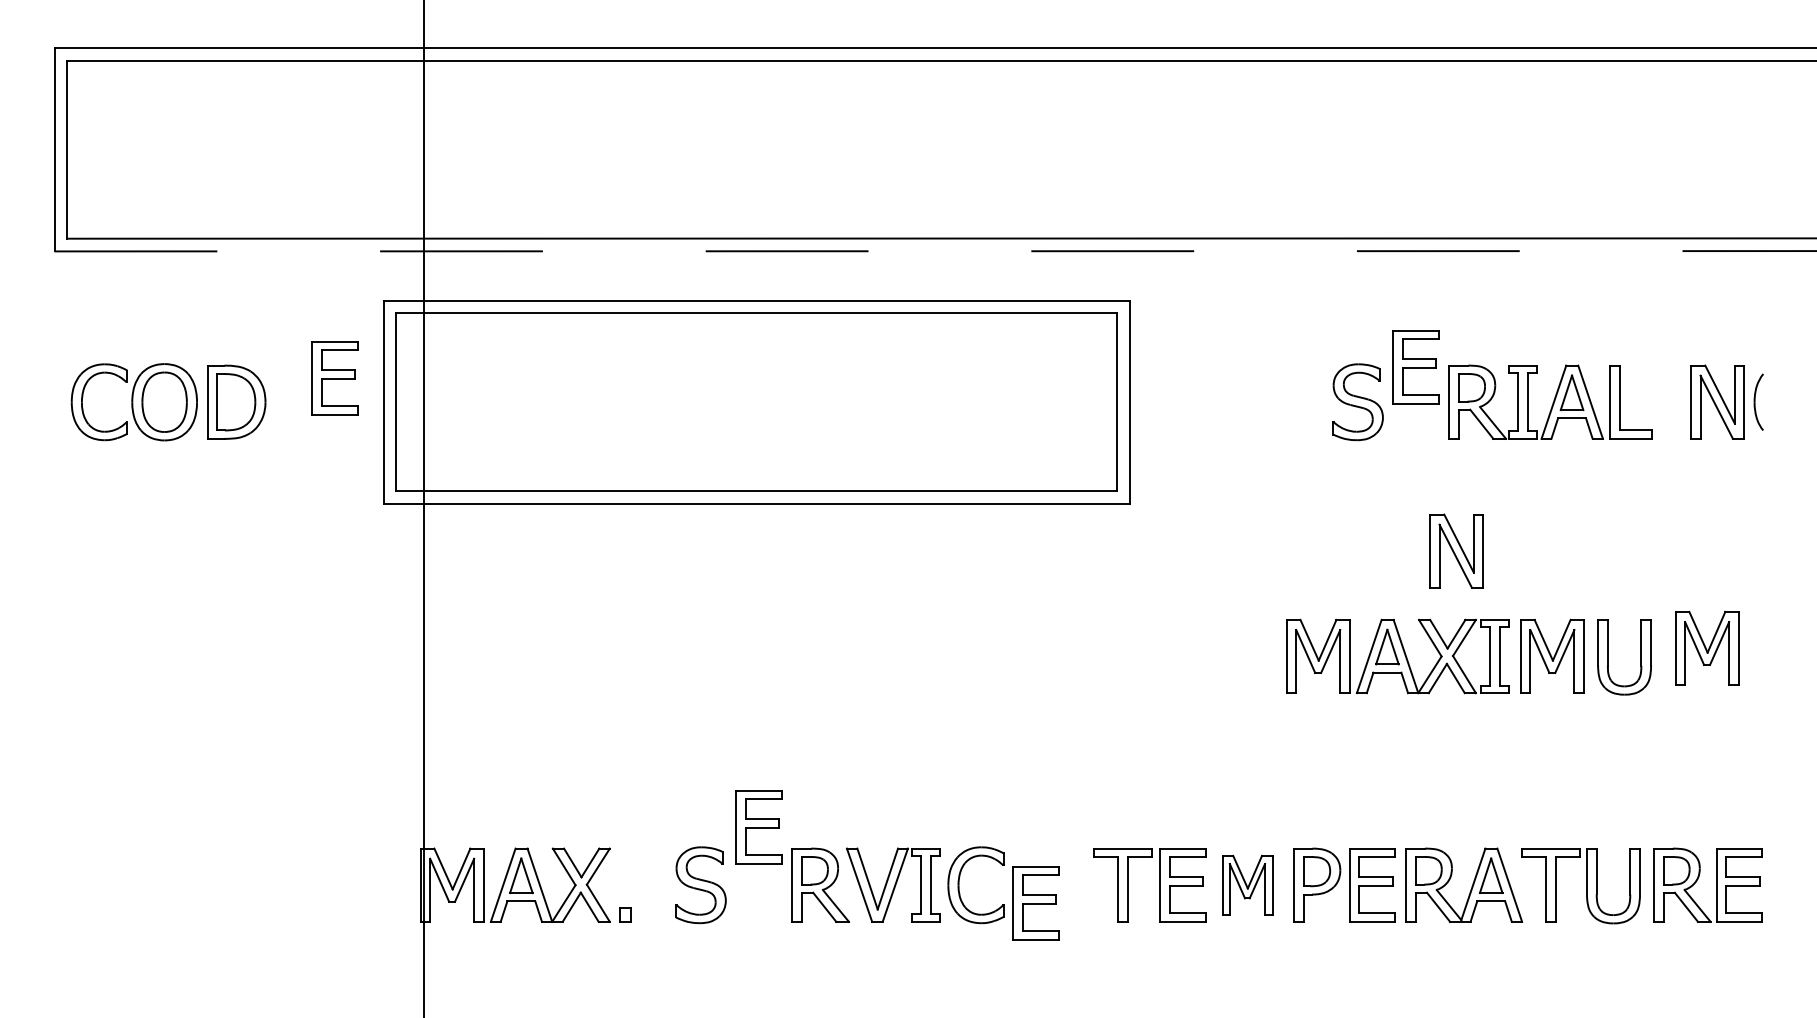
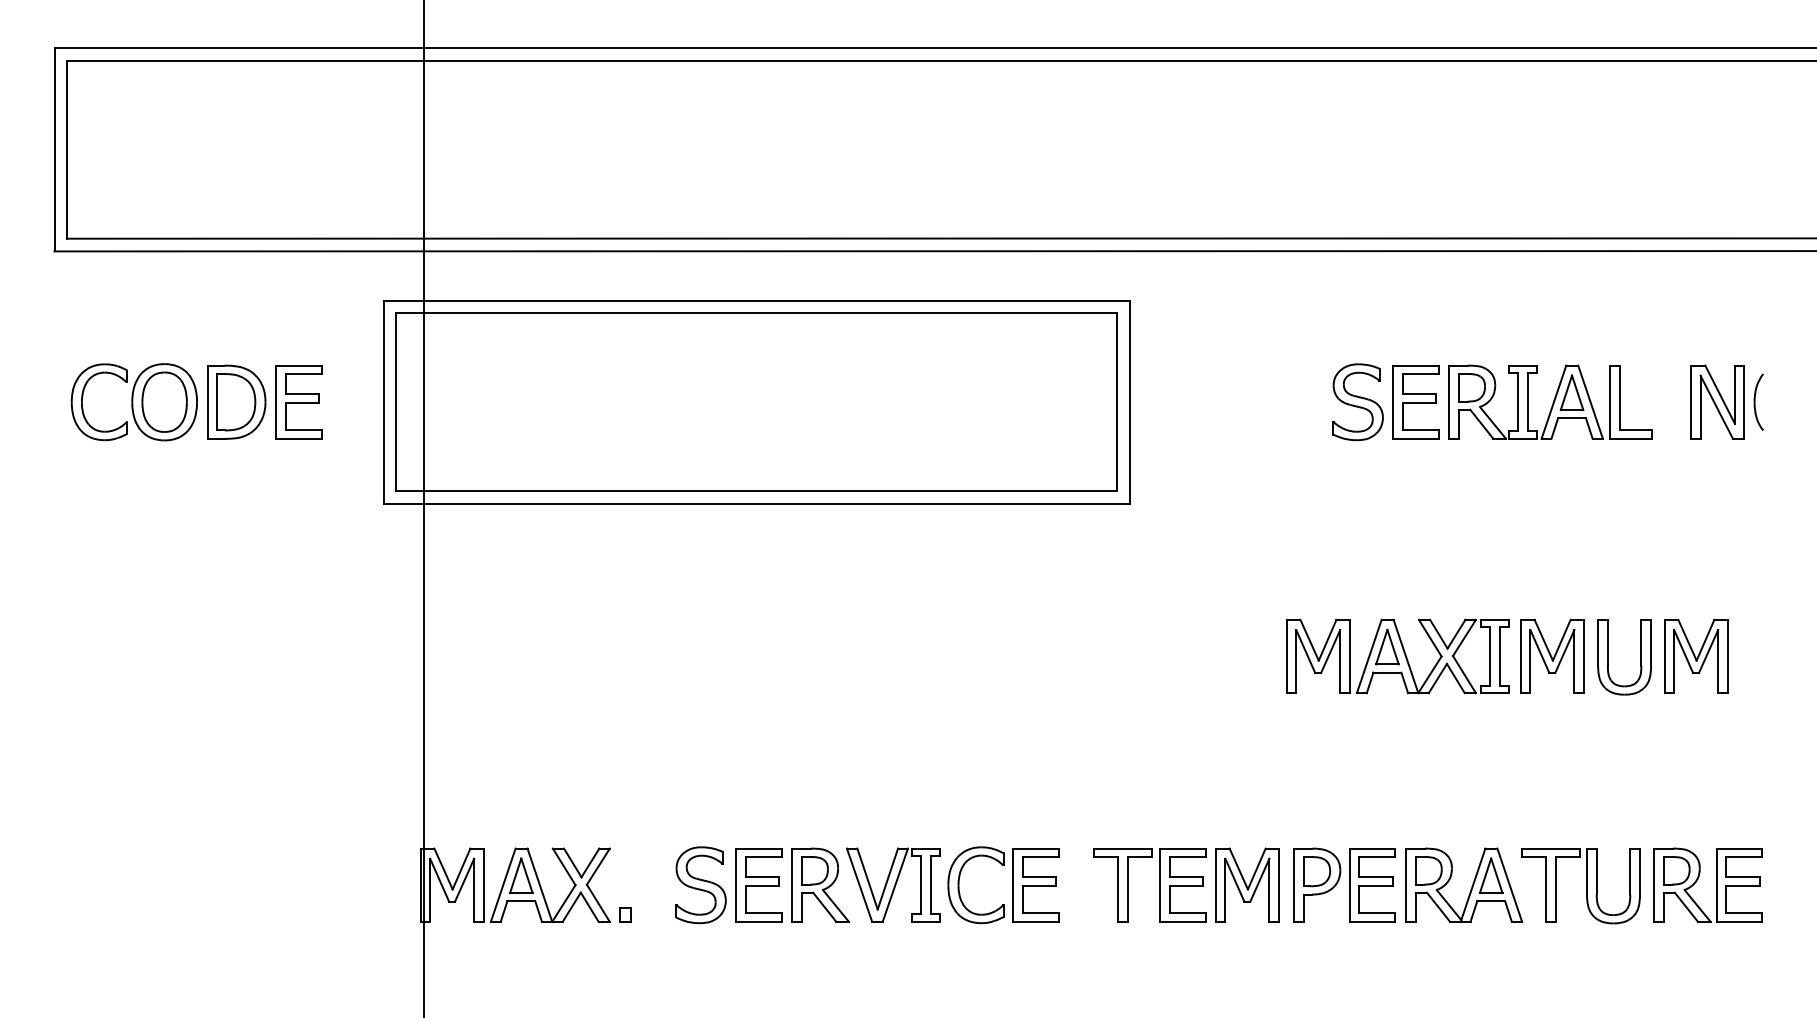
line at (936, 251): dashed -> solid
part at (1415, 367) position: (1415, 367) -> (1415, 402)
part at (334, 378) position: (334, 378) -> (298, 402)
part at (1456, 550): present -> none
part at (1707, 647) position: (1707, 647) -> (1696, 655)
part at (758, 827) position: (758, 827) -> (758, 885)
part at (1247, 884) size: 52x62 px -> 65x76 px
part at (1035, 903) position: (1035, 903) -> (1035, 885)
